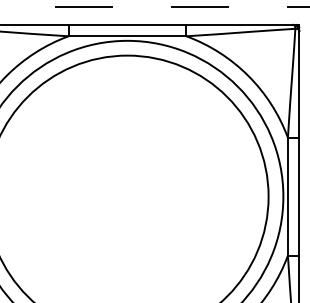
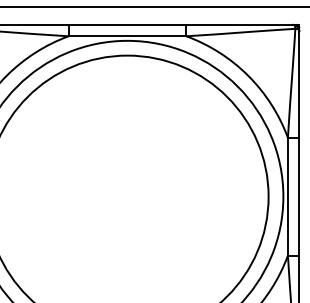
line at (154, 7): dashed -> solid
